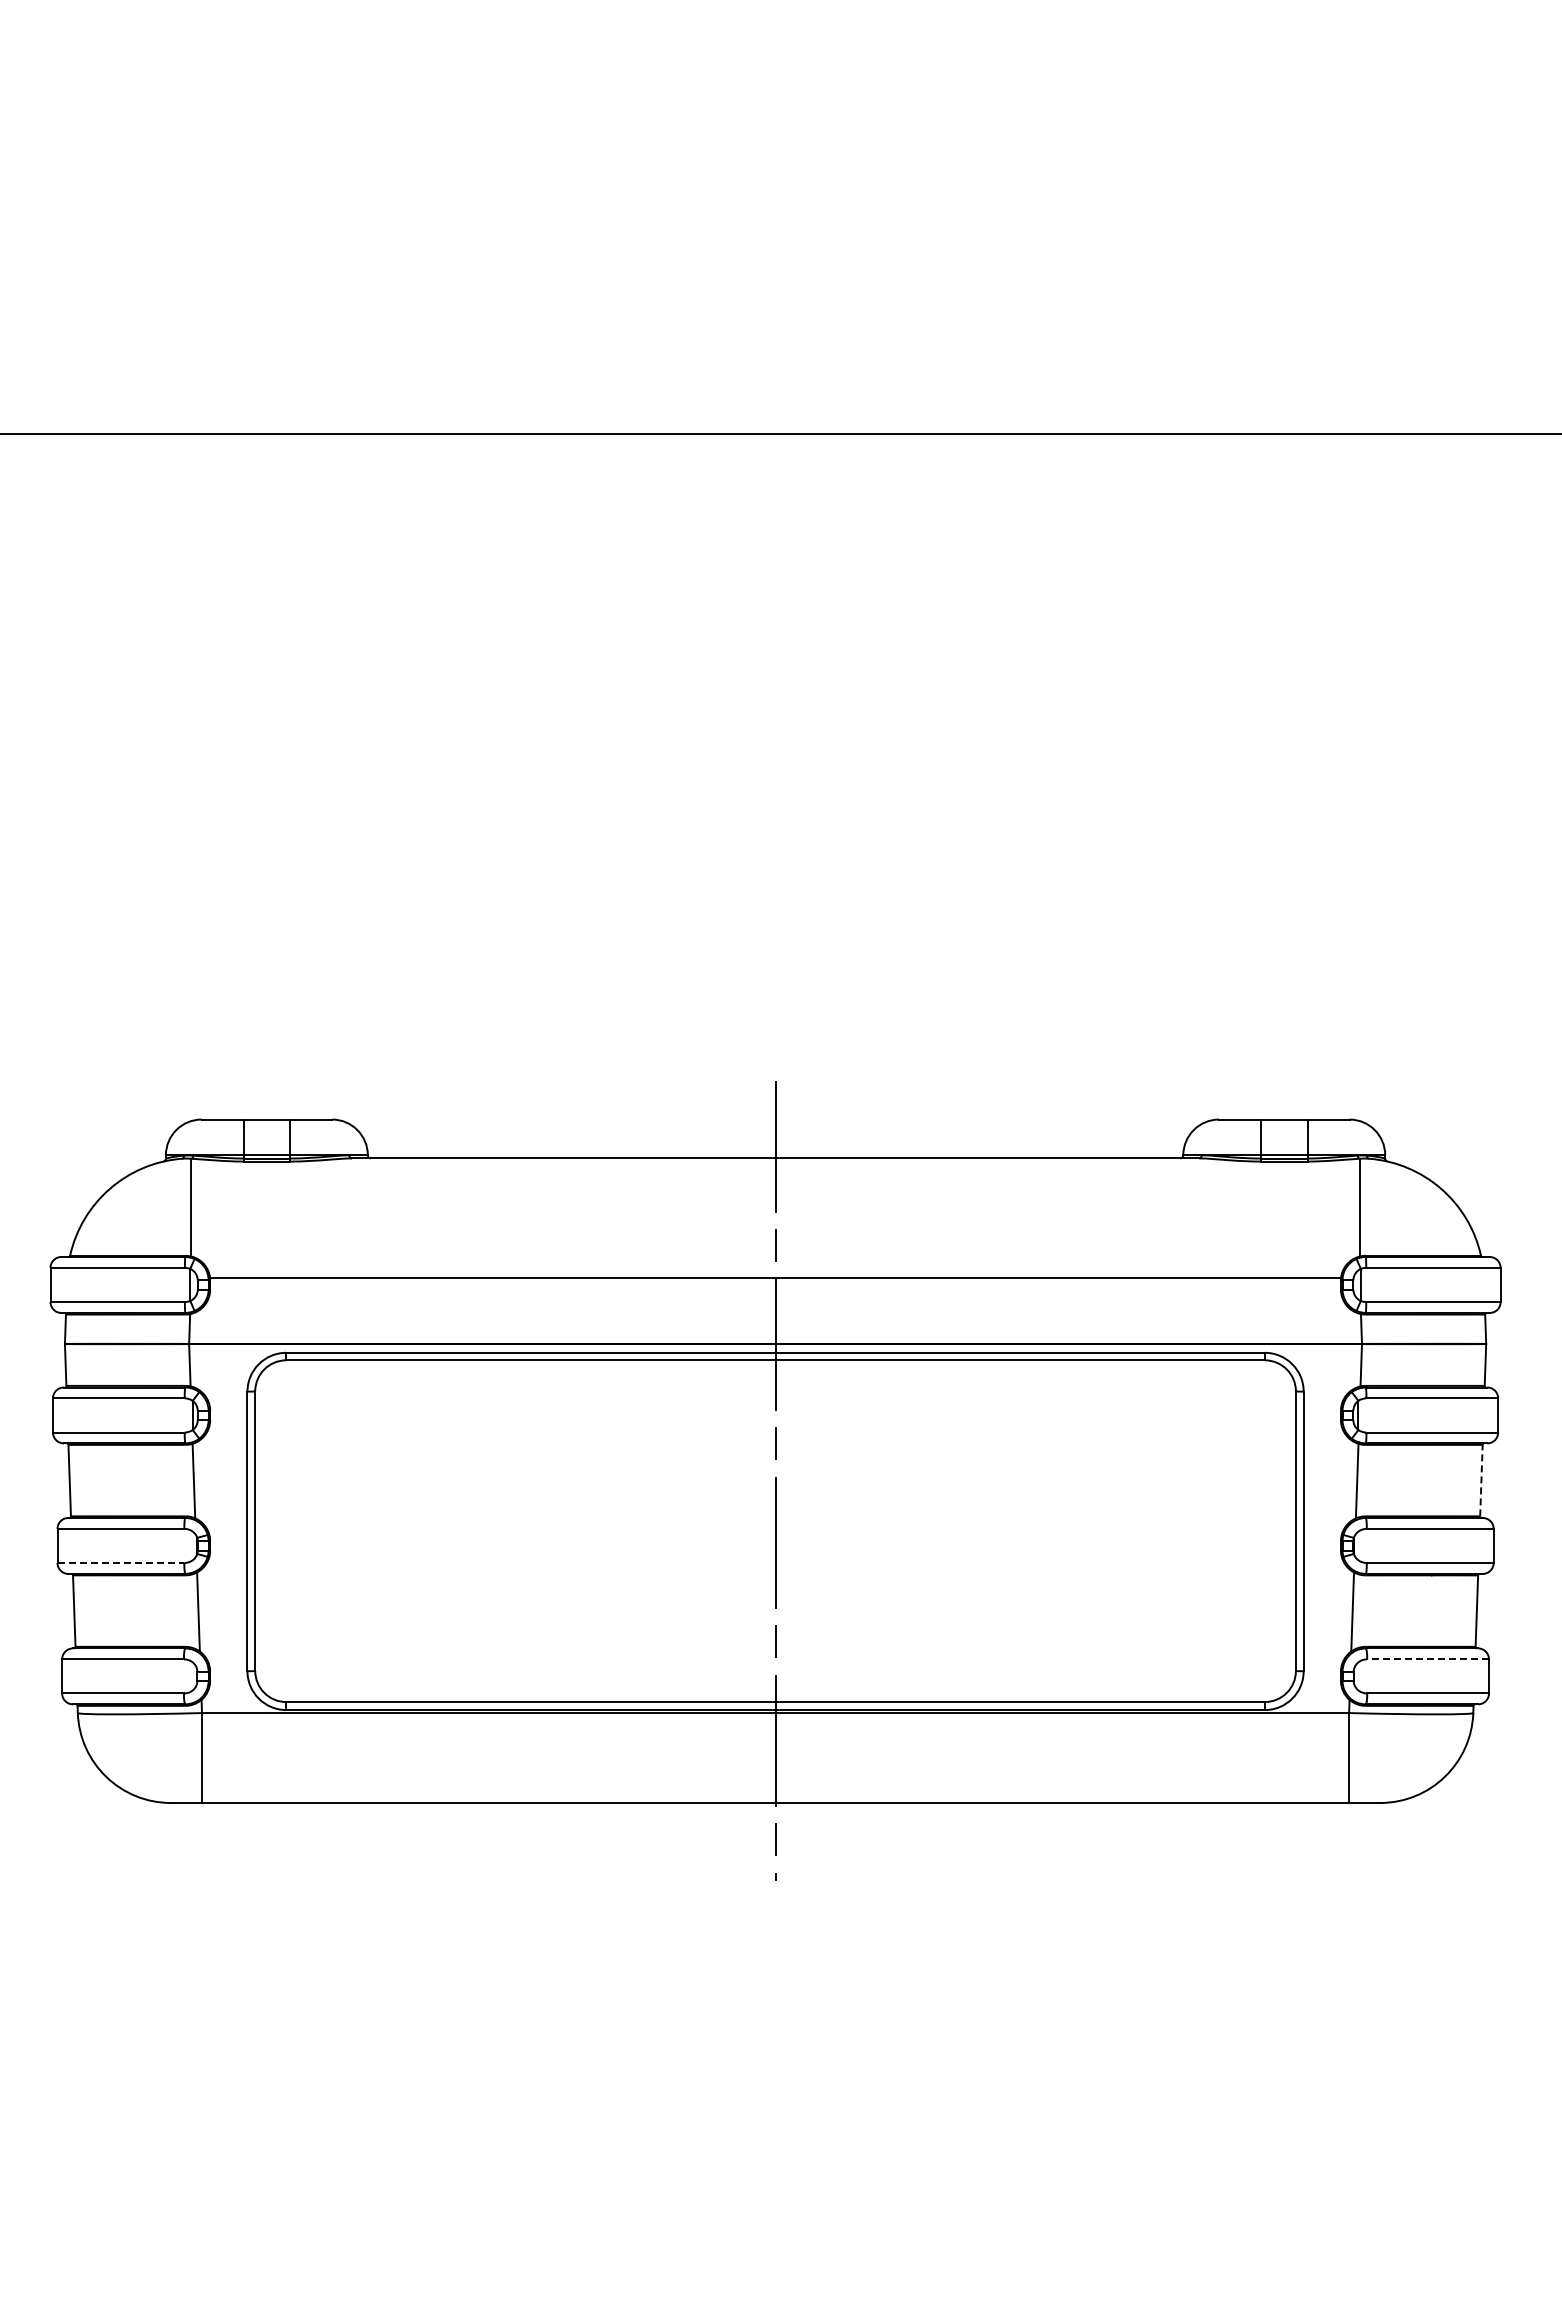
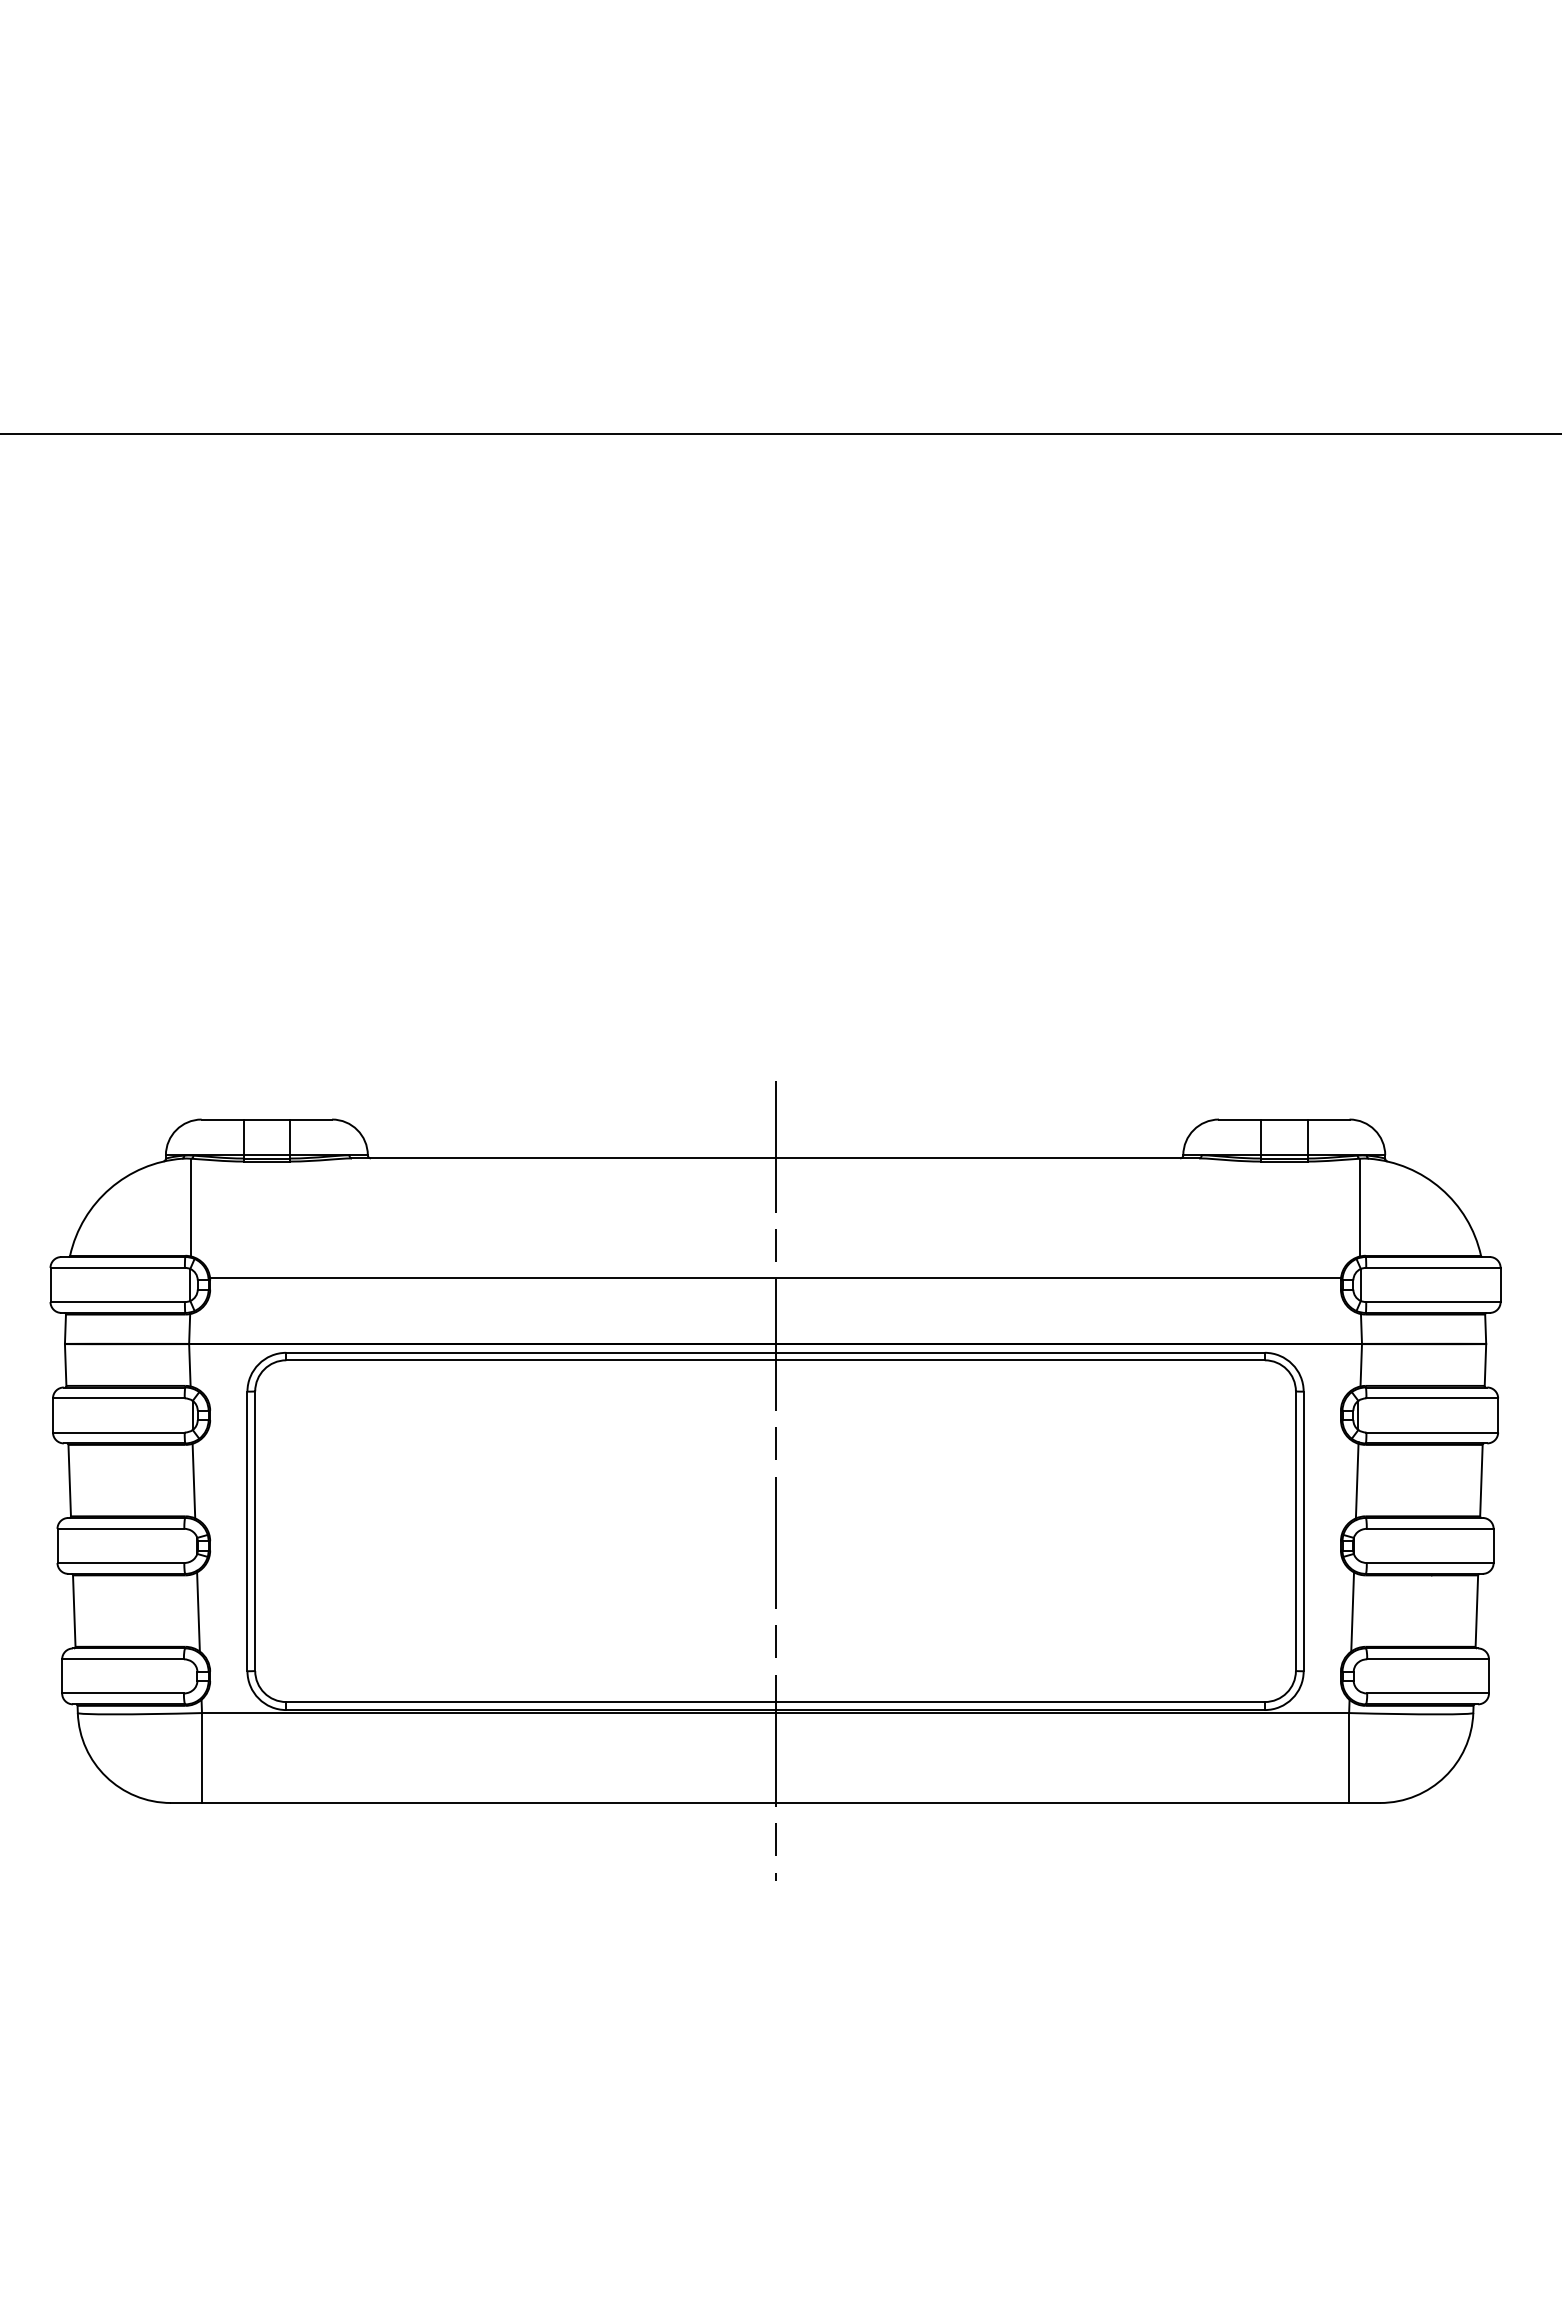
line at (1481, 1480): dashed -> solid
line at (121, 1563): dashed -> solid
line at (1428, 1659): dashed -> solid
